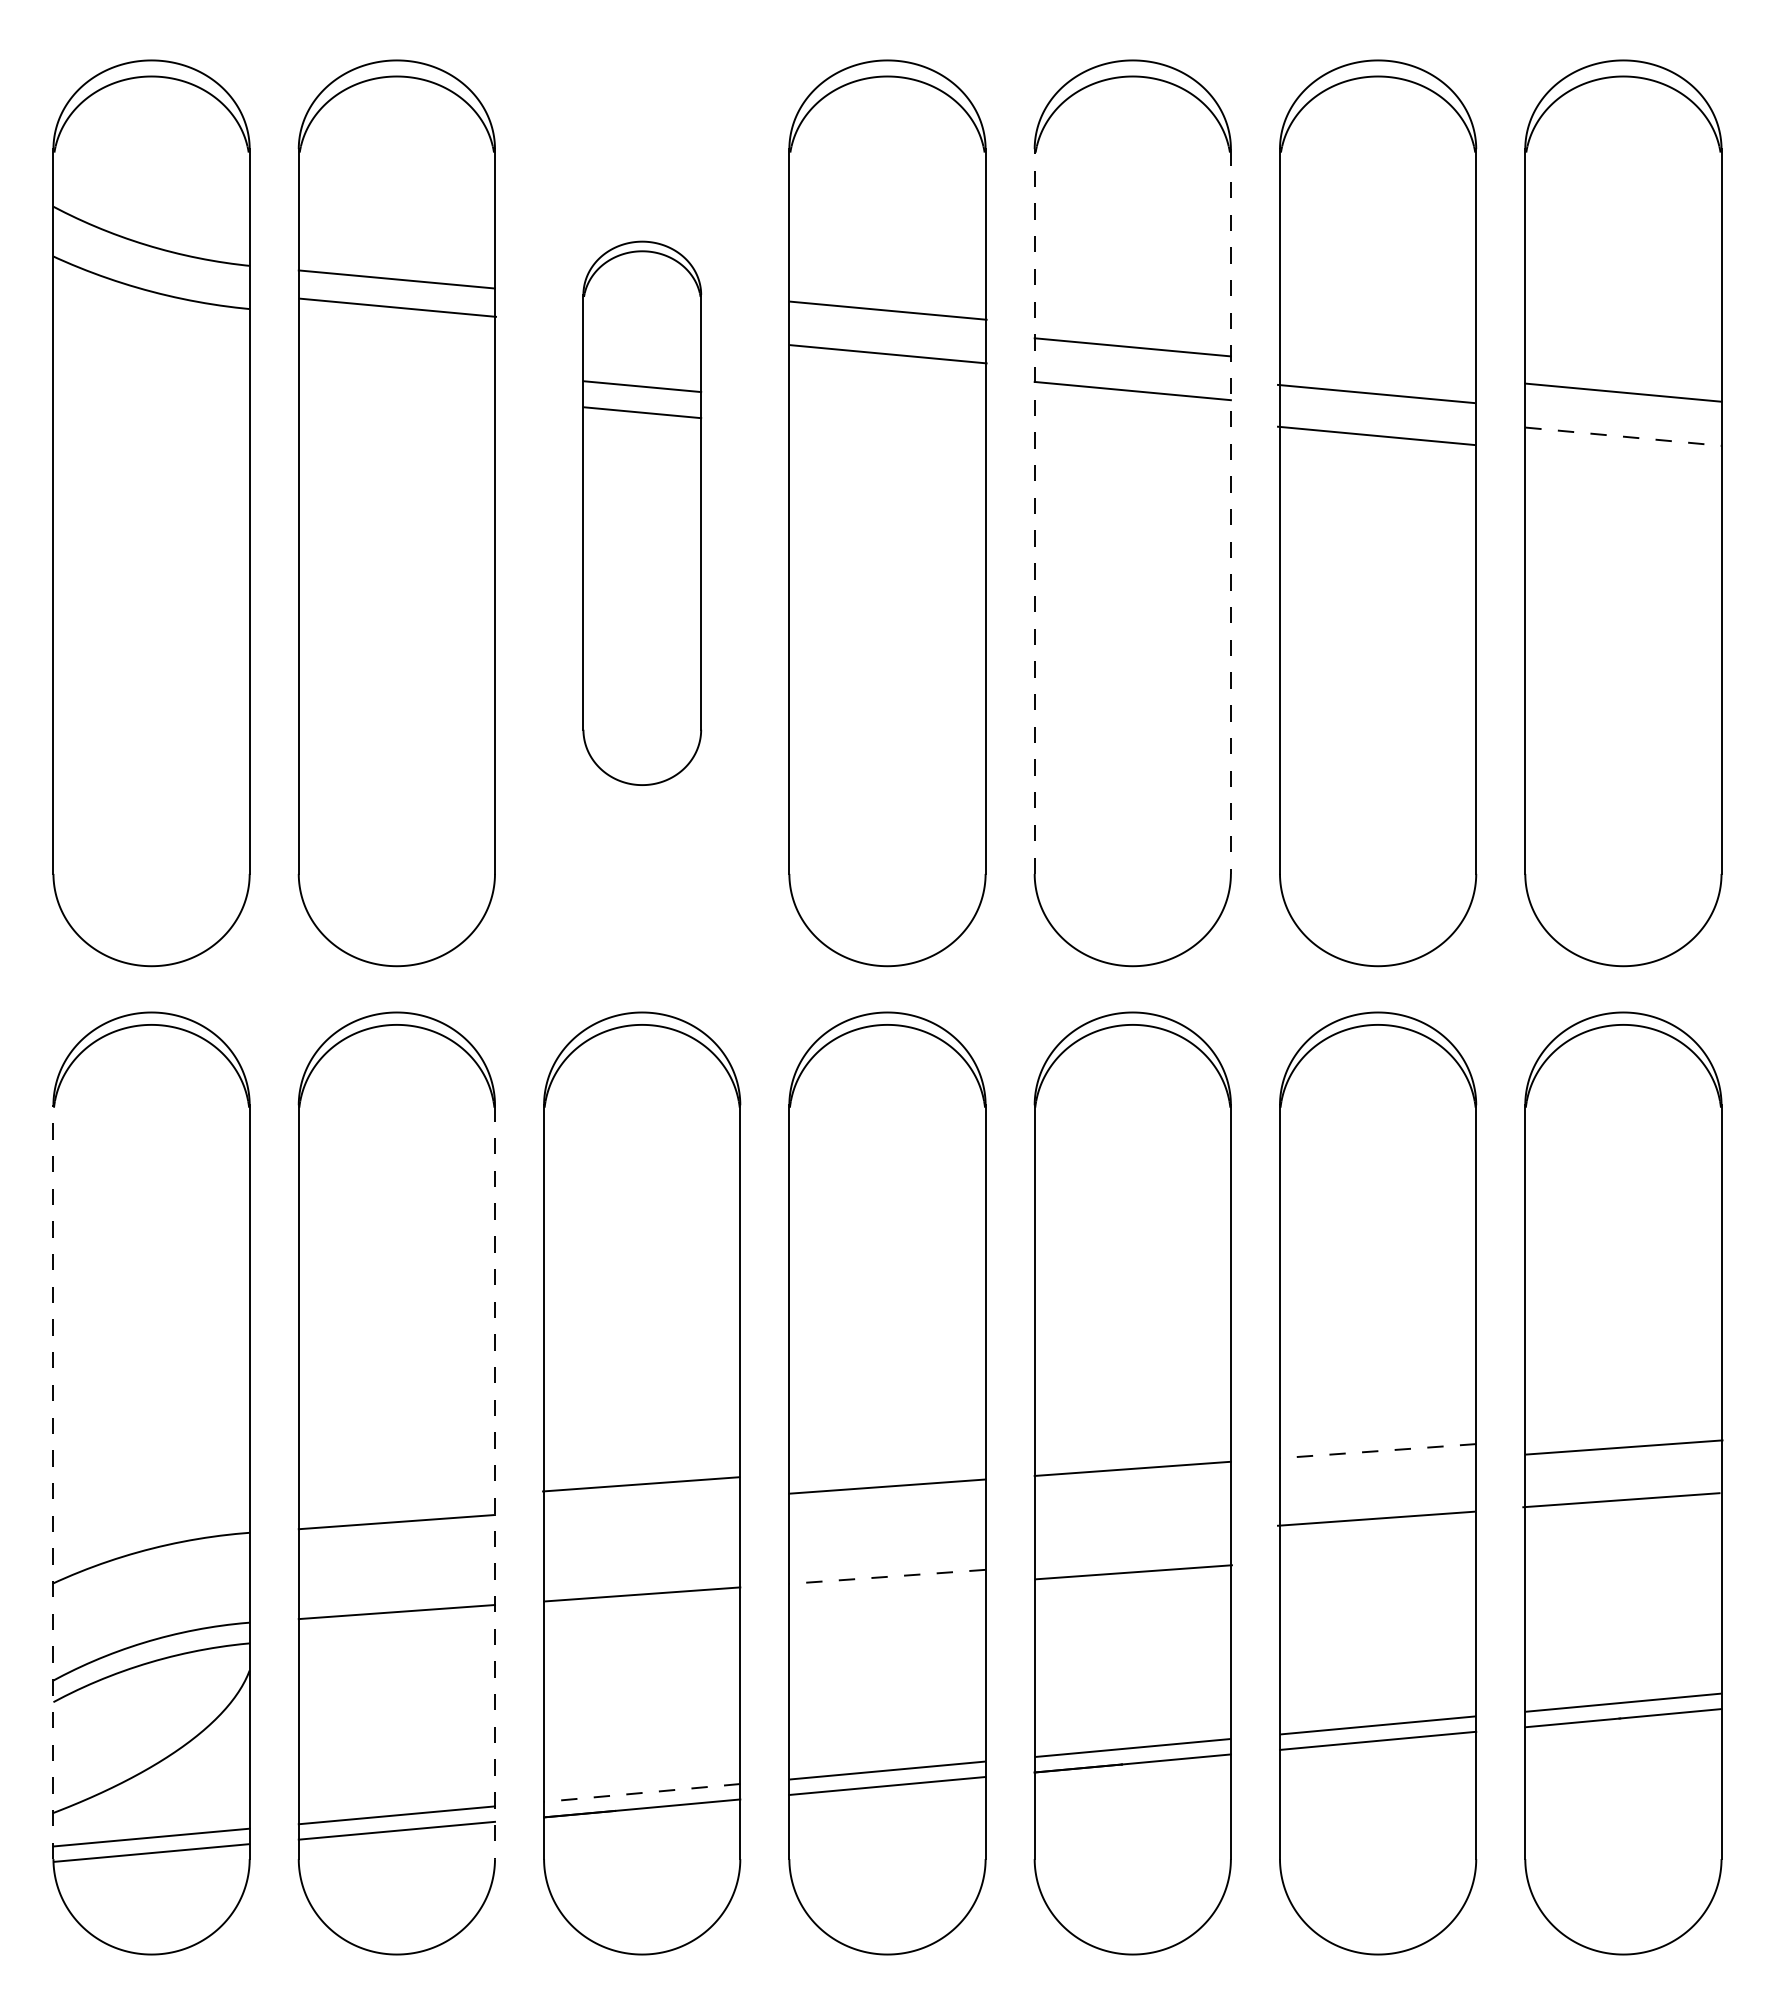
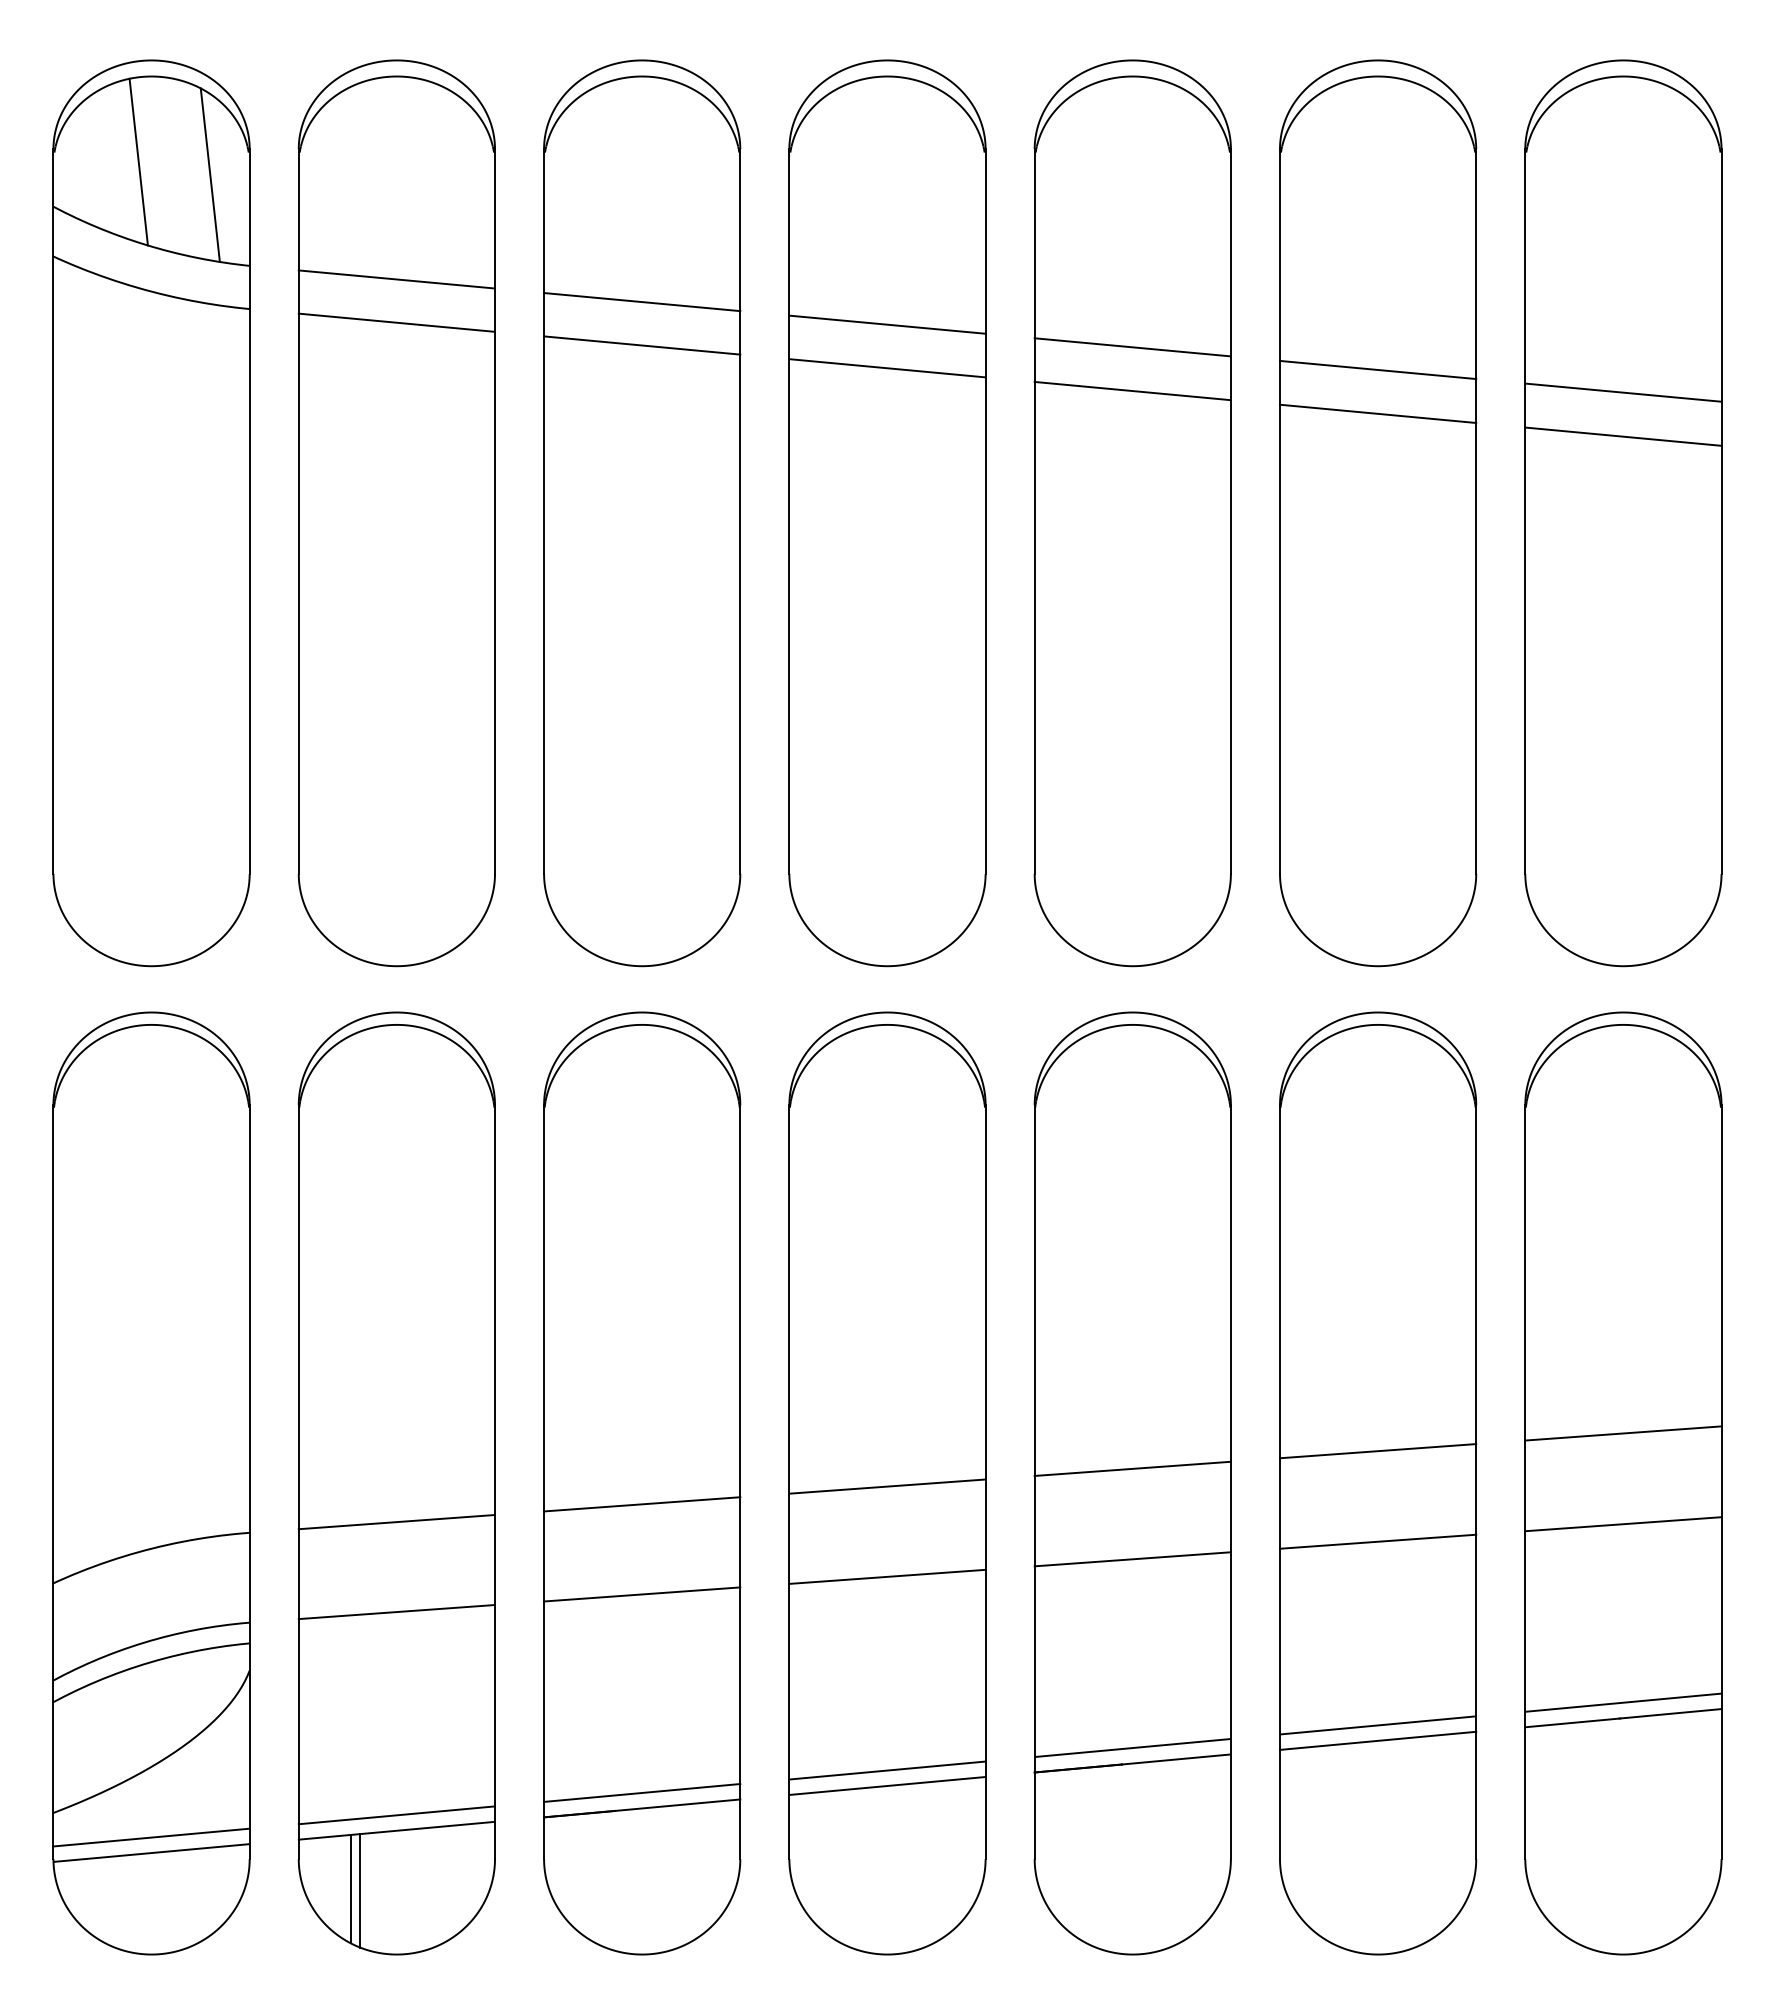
line at (138, 161): none -> present
line at (209, 174): none -> present
line at (397, 307) position: (397, 307) -> (396, 322)
line at (888, 310) position: (888, 310) -> (887, 324)
line at (888, 354) position: (888, 354) -> (887, 368)
line at (1375, 393) position: (1375, 393) -> (1377, 369)
line at (1375, 435) position: (1375, 435) -> (1377, 413)
line at (1623, 436): dashed -> solid
line at (1034, 511): dashed -> solid
part at (642, 512) size: 121x546 px -> 199x909 px
line at (1230, 512): dashed -> solid
line at (1624, 1447) position: (1624, 1447) -> (1623, 1433)
line at (1377, 1451): dashed -> solid
line at (53, 1482): dashed -> solid
line at (495, 1482): dashed -> solid
line at (641, 1484) position: (641, 1484) -> (642, 1504)
line at (1621, 1500) position: (1621, 1500) -> (1623, 1524)
line at (1375, 1518) position: (1375, 1518) -> (1377, 1541)
line at (1133, 1572) position: (1133, 1572) -> (1132, 1559)
line at (887, 1576): dashed -> solid
line at (642, 1792): dashed -> solid
line at (350, 1888): none -> present
line at (360, 1890): none -> present
